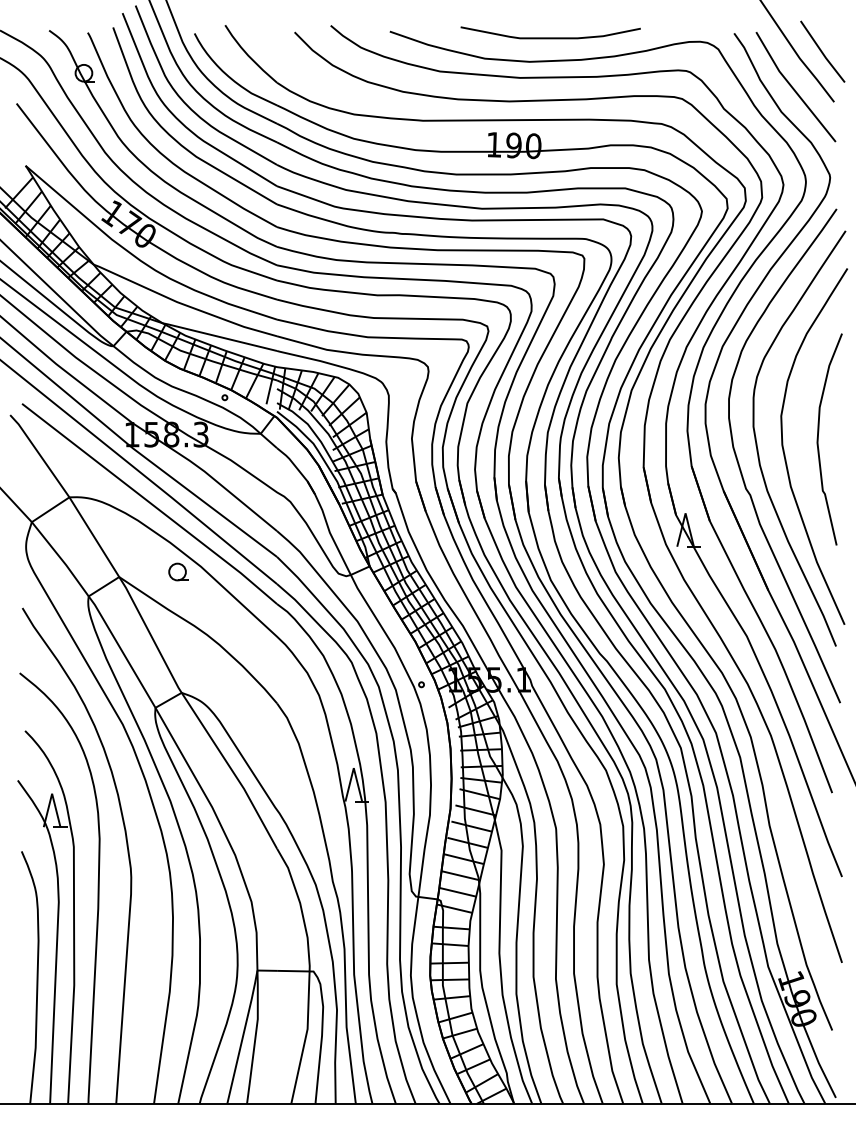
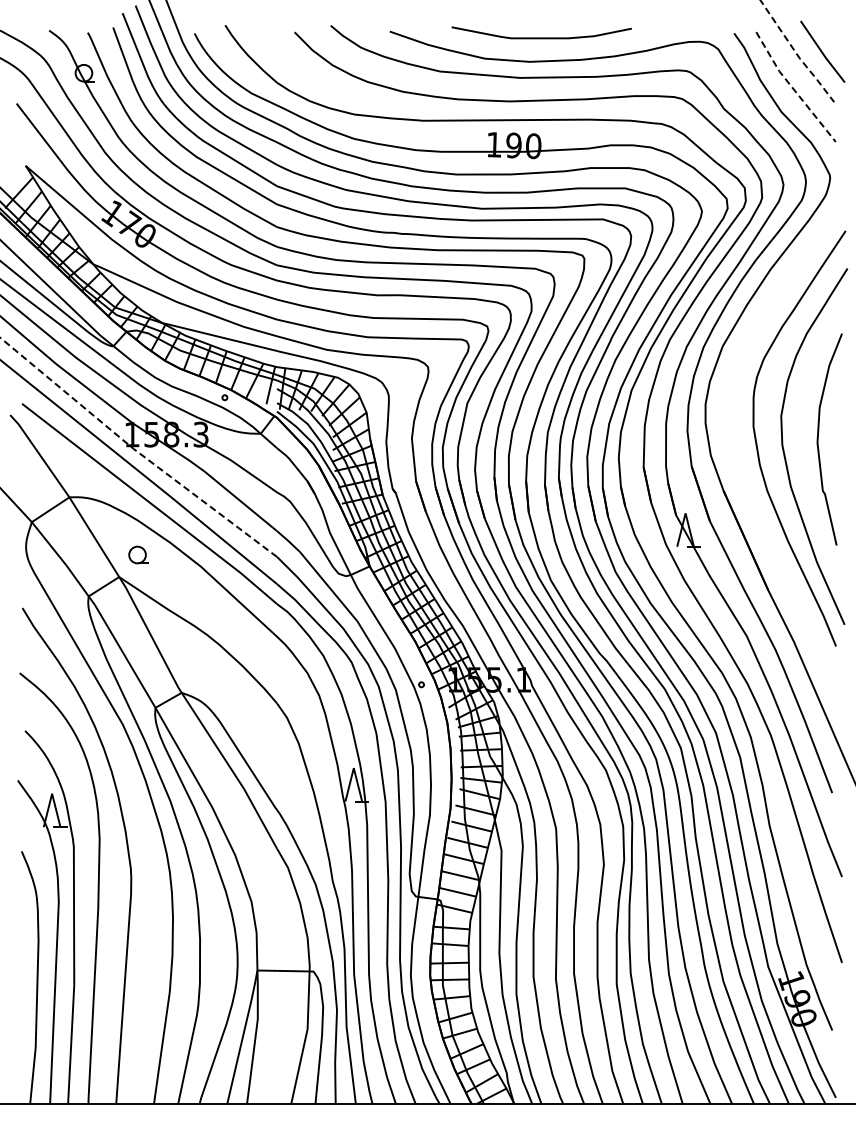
curve at (550, 37) position: (550, 37) -> (541, 37)
line at (797, 54): solid -> dashed
line at (793, 88): solid -> dashed
line at (135, 450): solid -> dashed
curve at (741, 469): present -> none
part at (178, 571) position: (178, 571) -> (138, 554)
